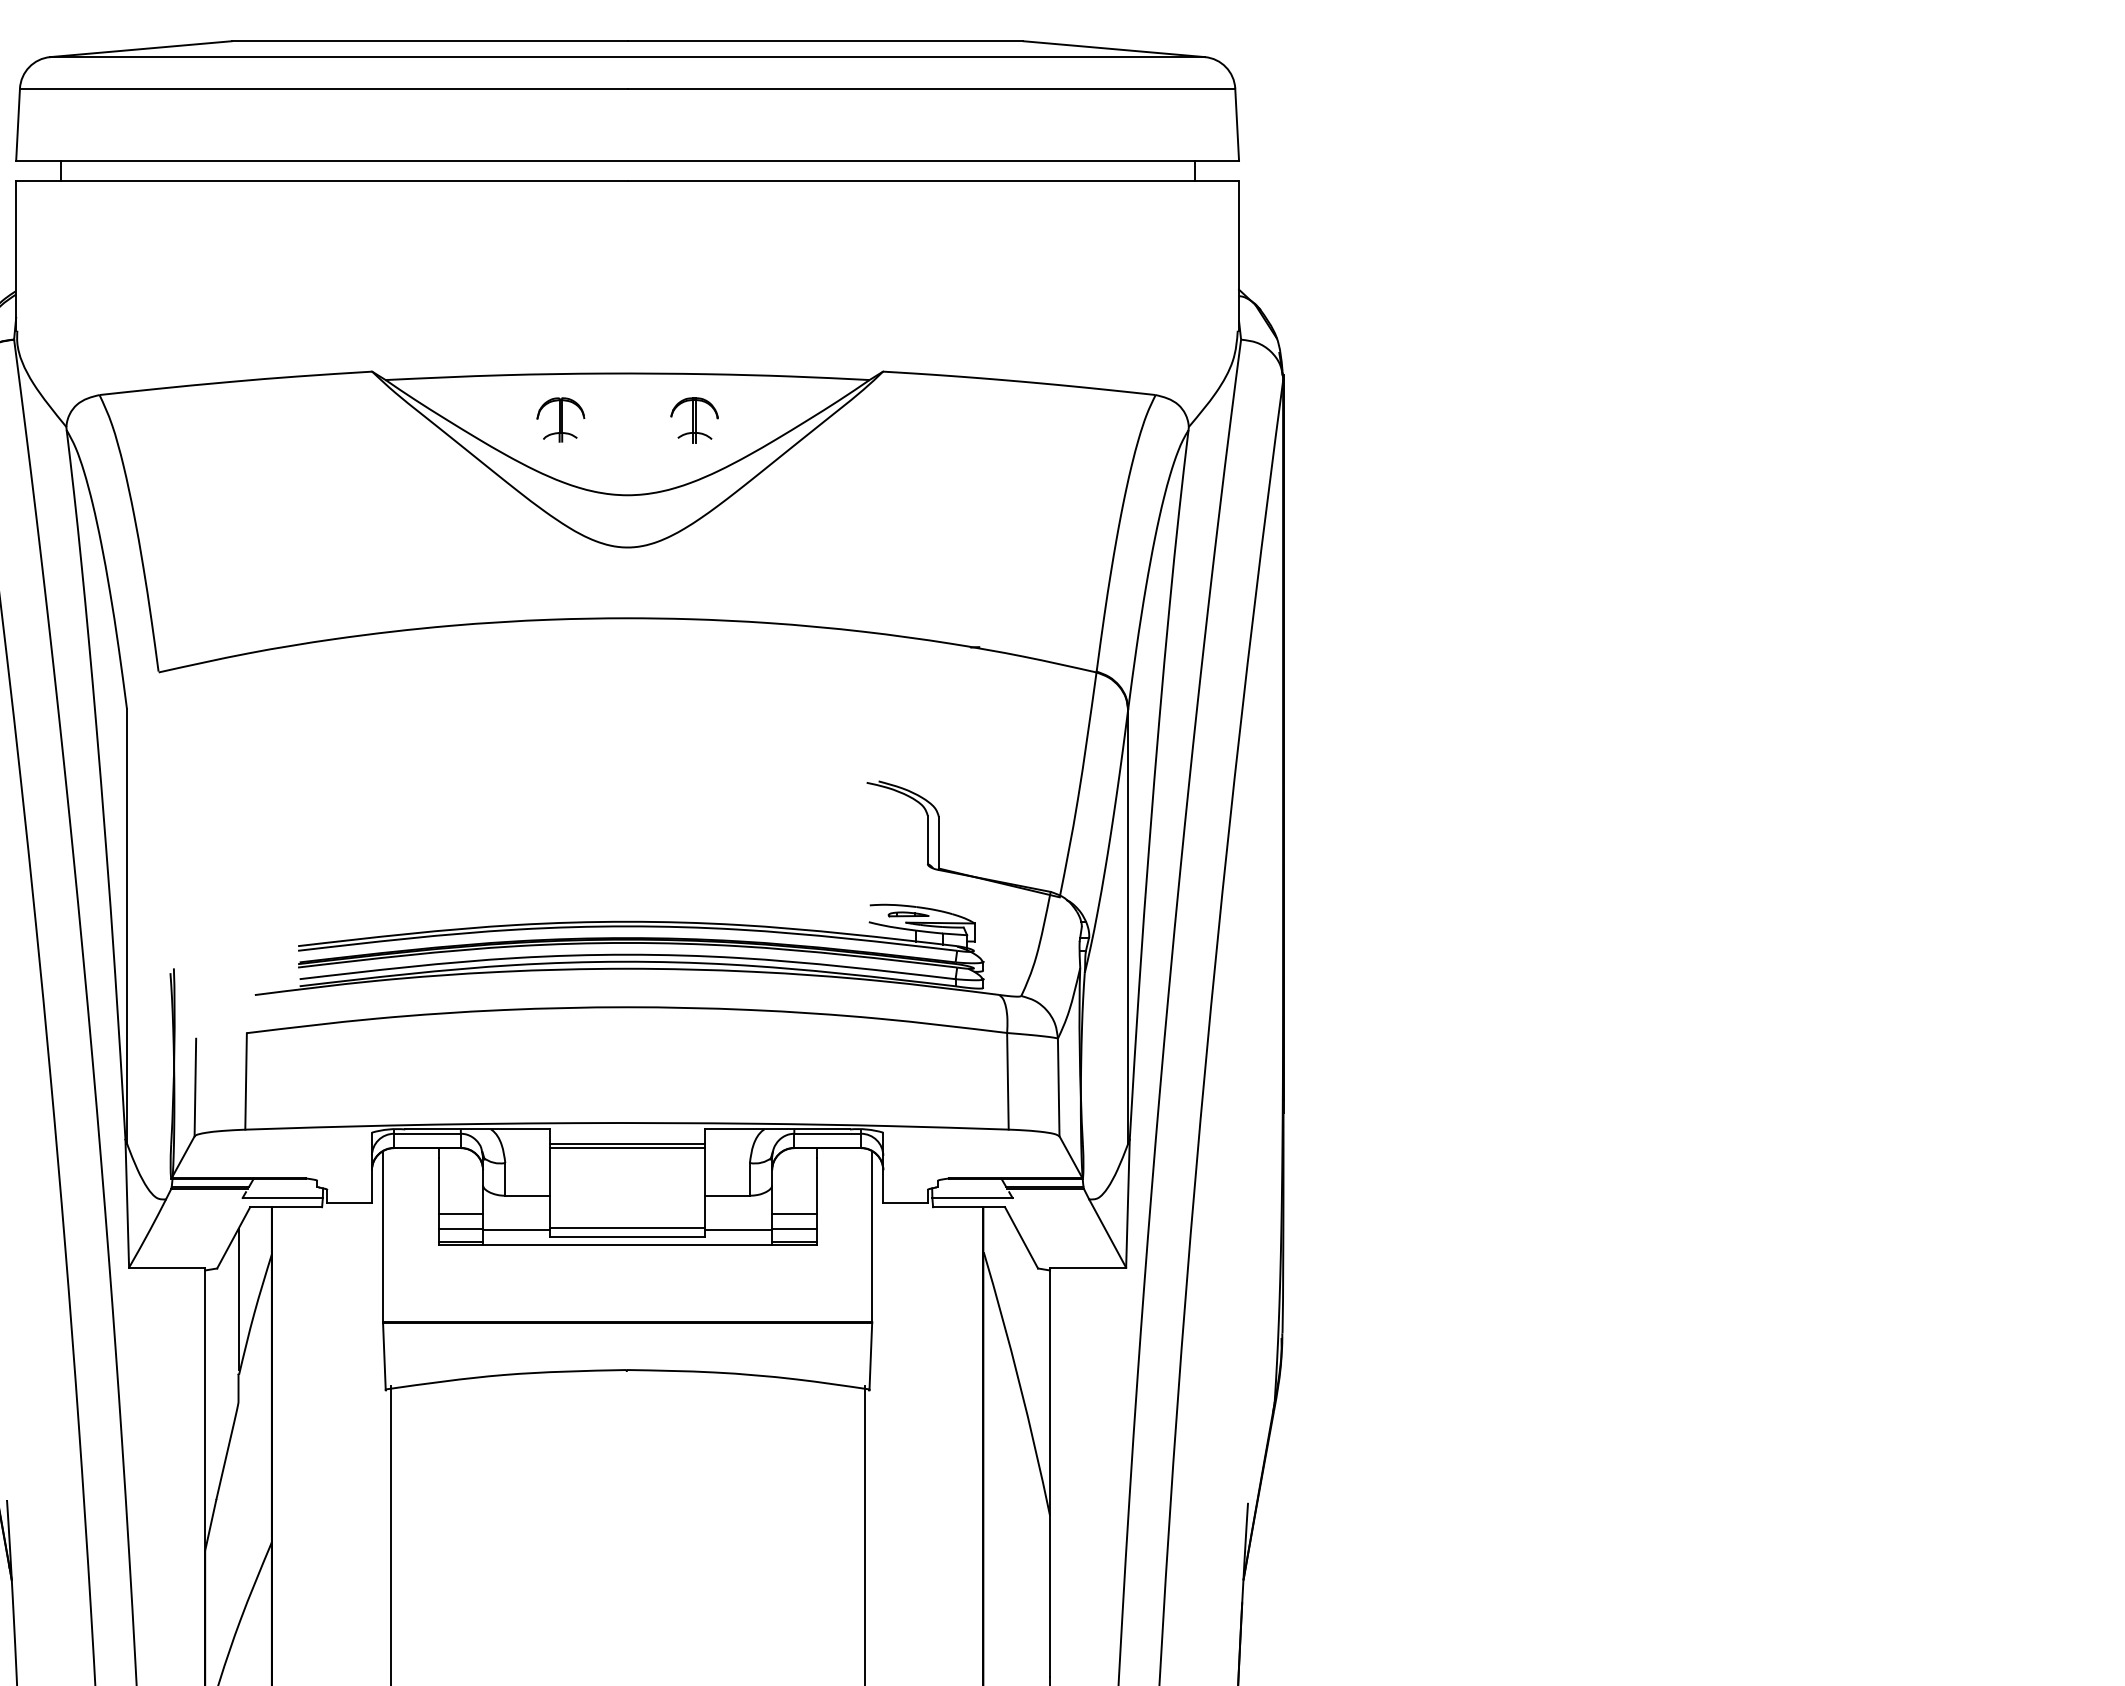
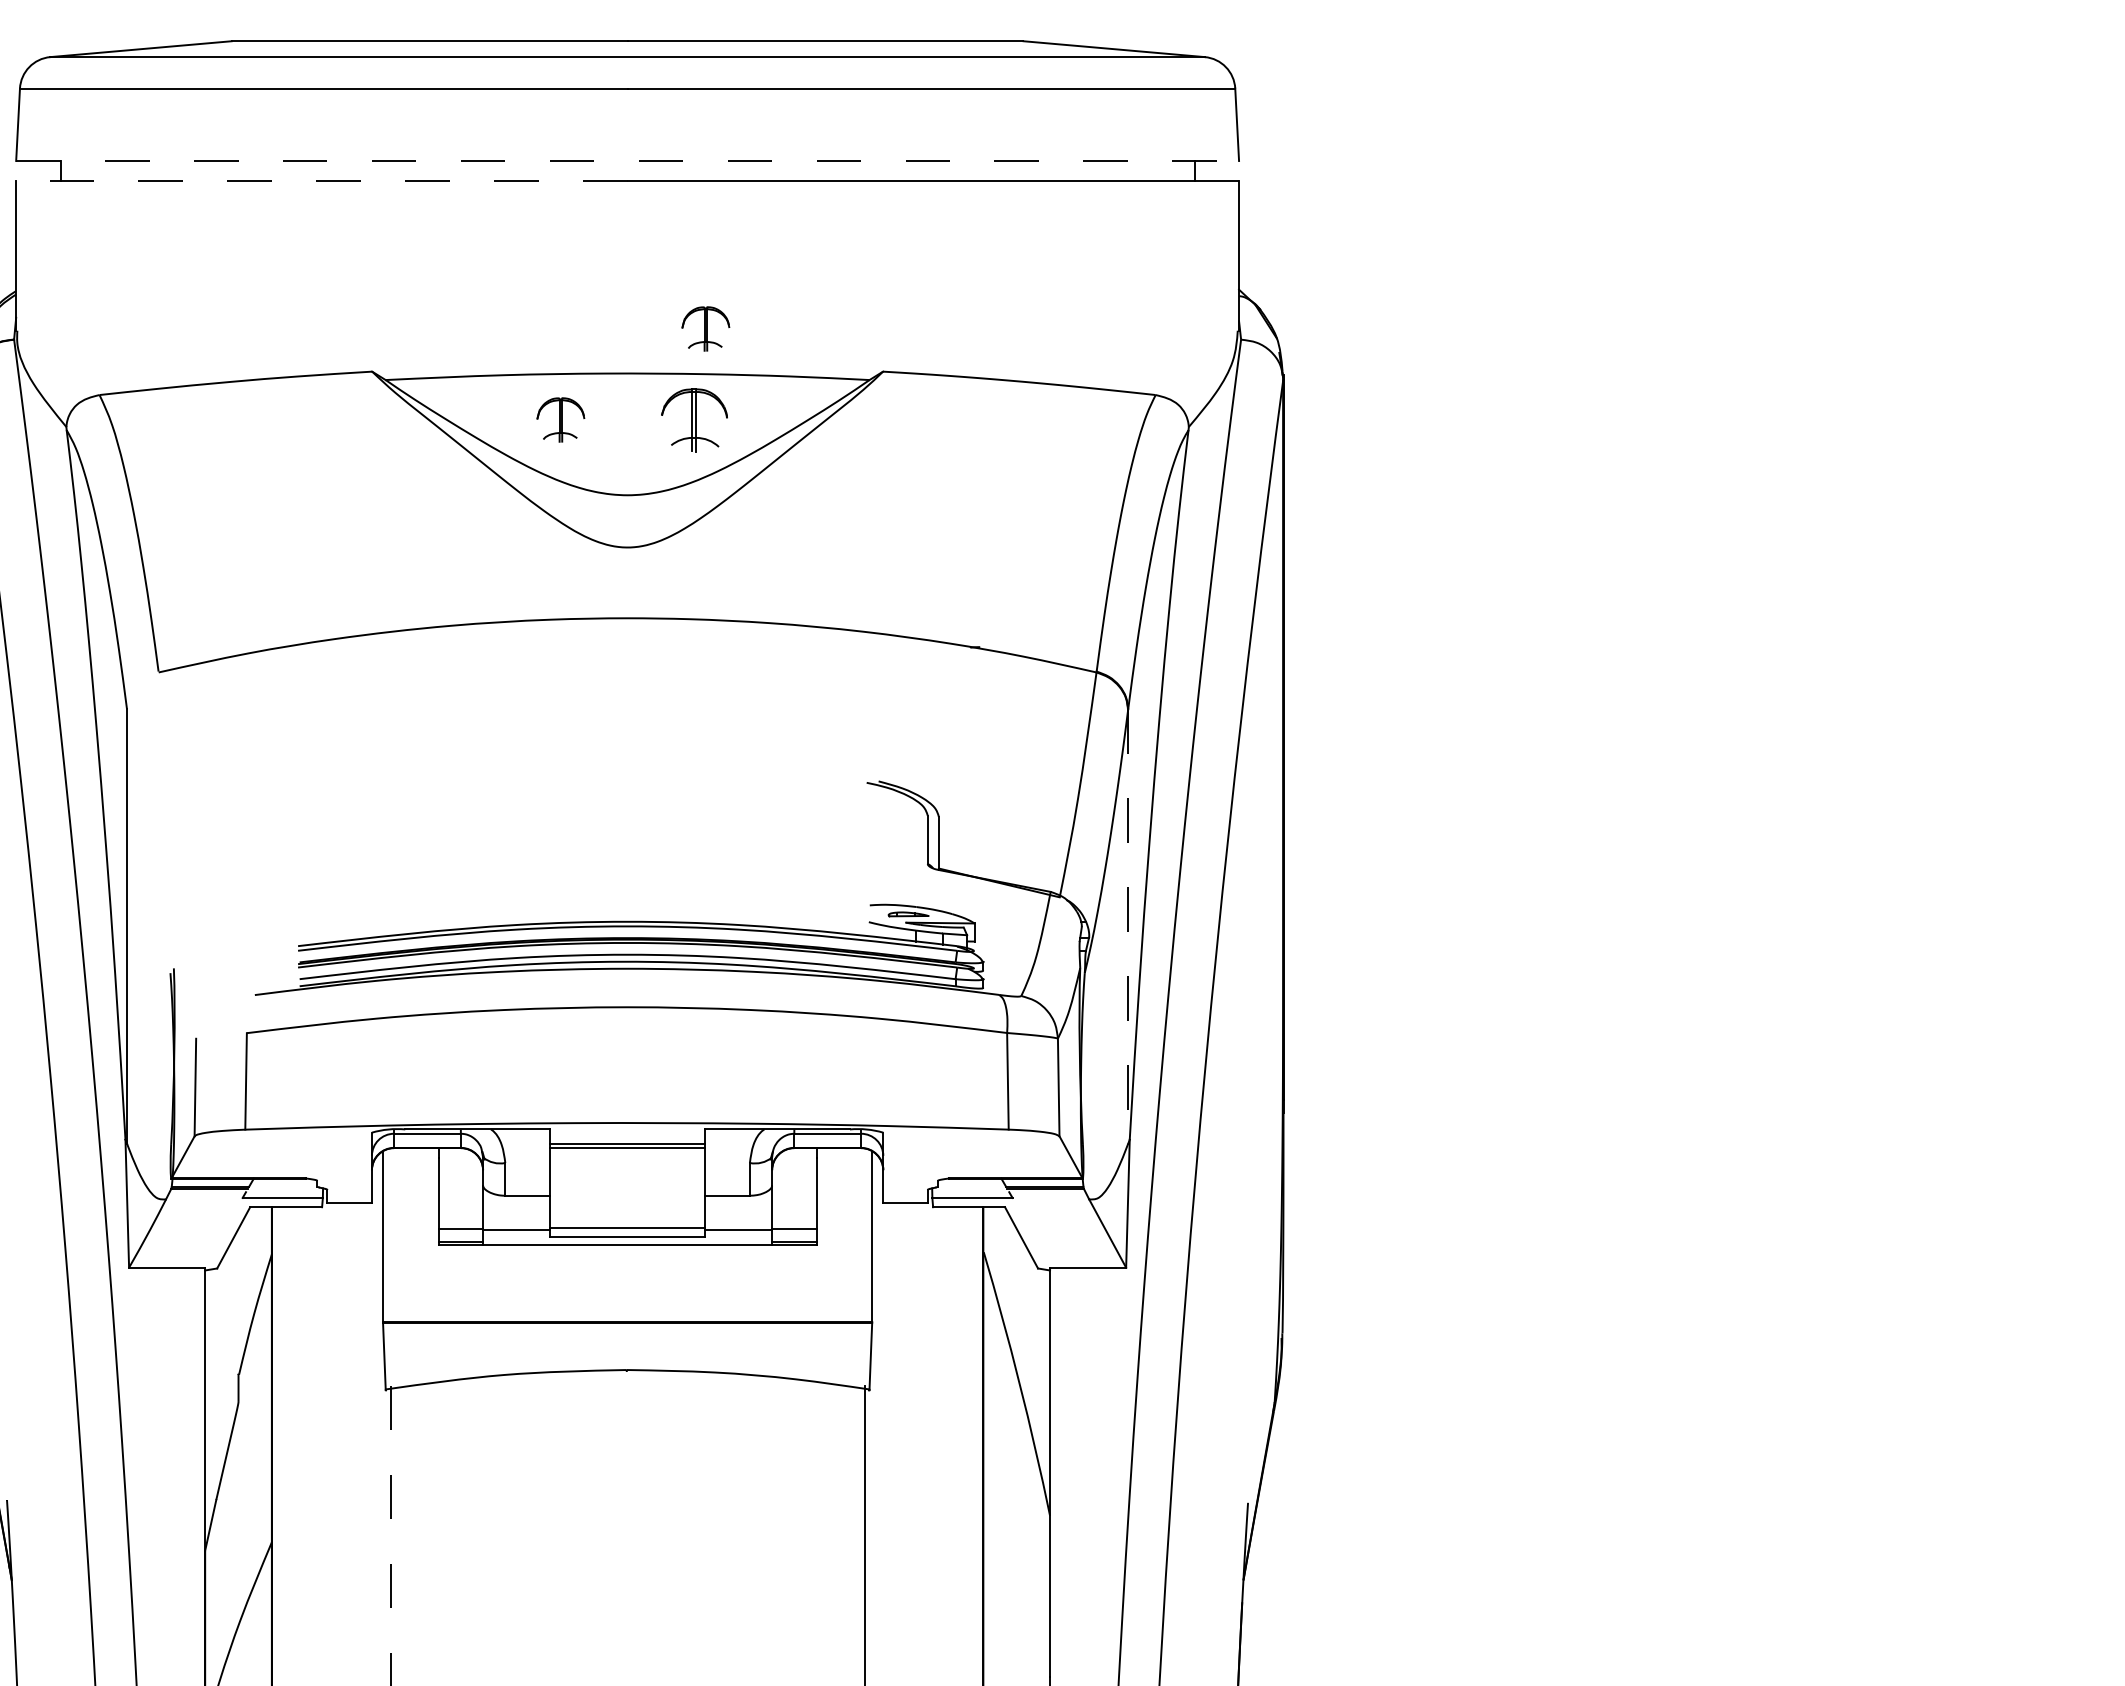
line at (628, 160): solid -> dashed
line at (321, 181): solid -> dashed
part at (705, 328): none -> present
part at (694, 420) size: 49x47 px -> 67x65 px
line at (1128, 927): solid -> dashed
line at (460, 1214): present -> none
line at (794, 1214): present -> none
line at (238, 1298): present -> none
line at (390, 1536): solid -> dashed
